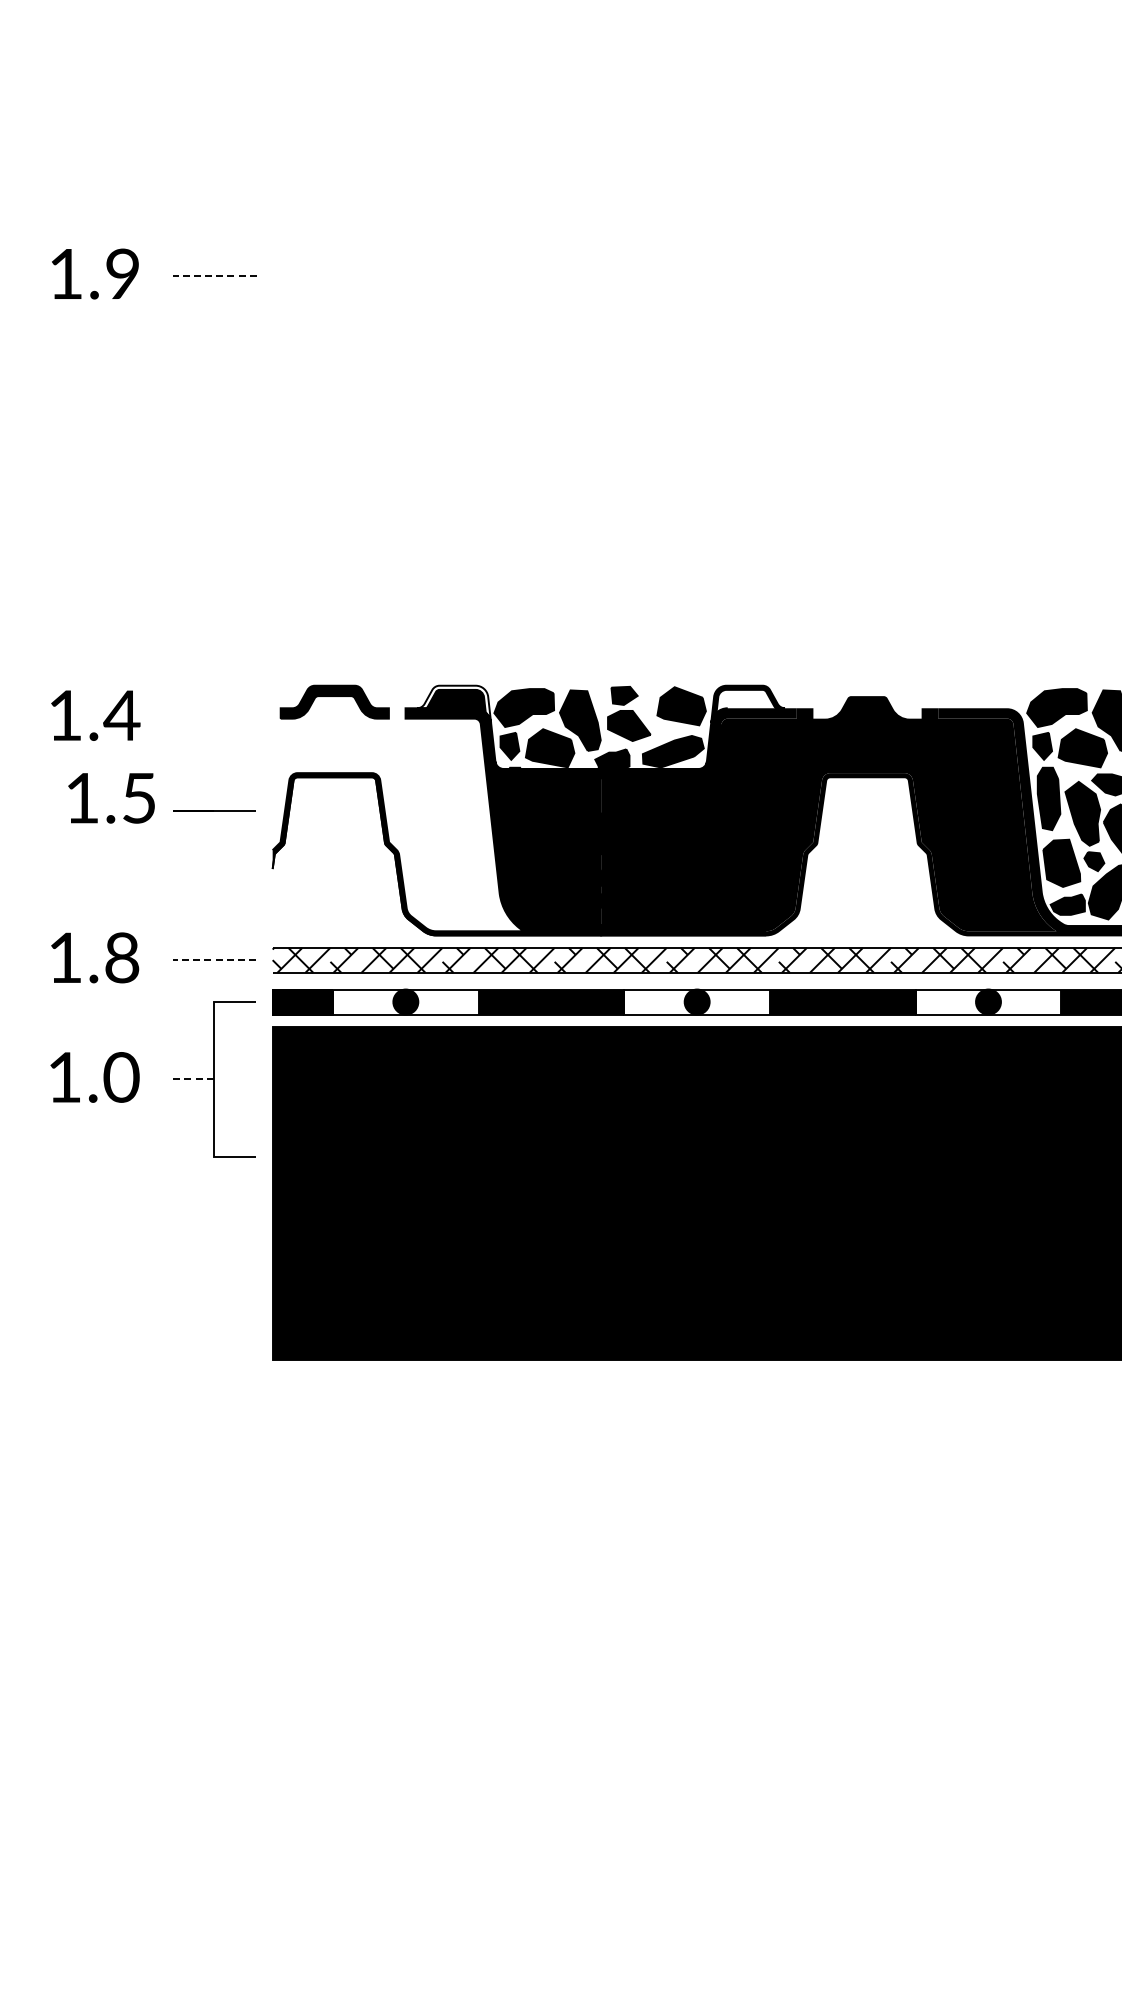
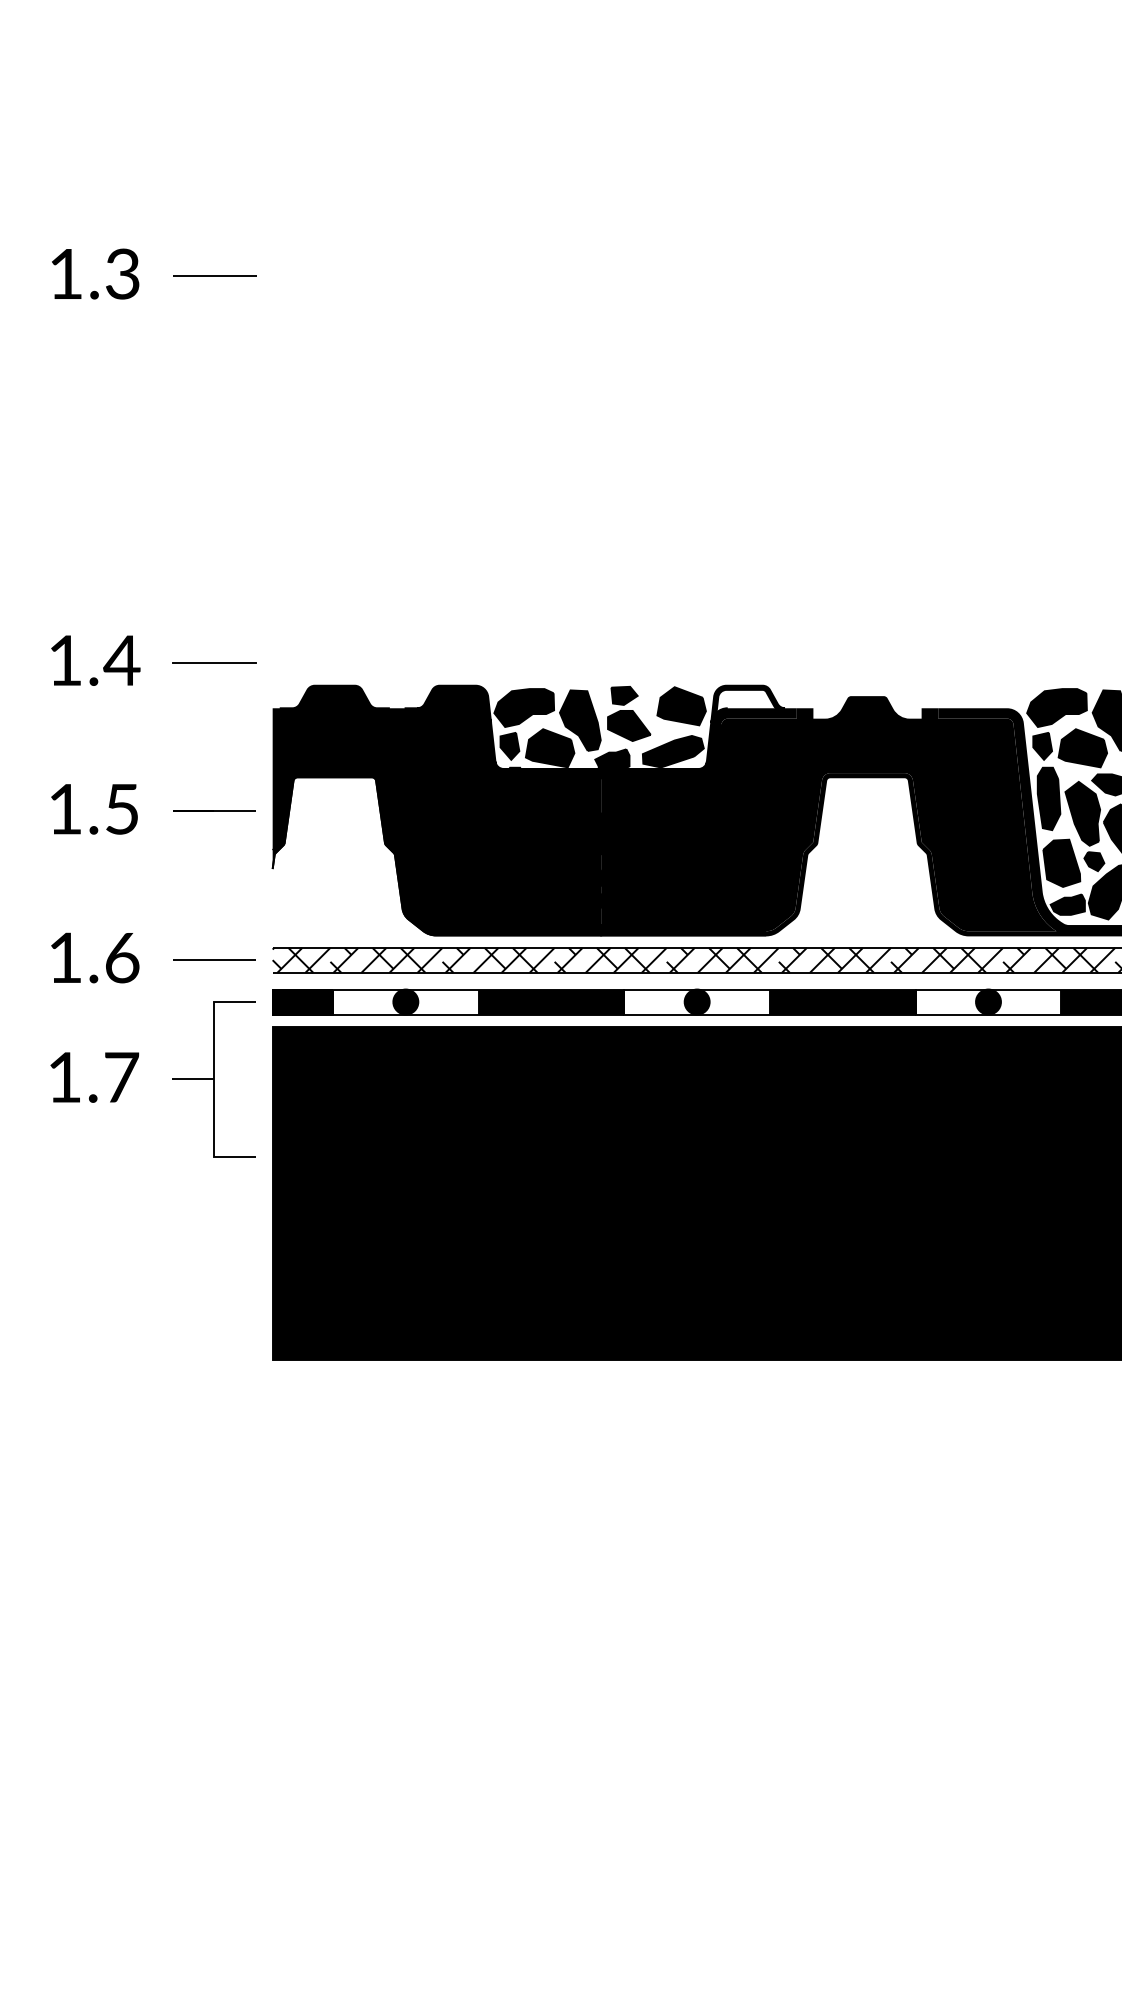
text at (122, 273): 1.9 -> 1.3
line at (215, 276): dashed -> solid
line at (214, 662): none -> present
fill at (454, 704): none -> present
text at (95, 715) position: (95, 715) -> (95, 660)
text at (111, 798) position: (111, 798) -> (94, 809)
fill at (397, 813): none -> present
text at (122, 957): 1.8 -> 1.6
line at (214, 959): dashed -> solid
text at (121, 1077): 1.0 -> 1.7
line at (192, 1079): dashed -> solid
